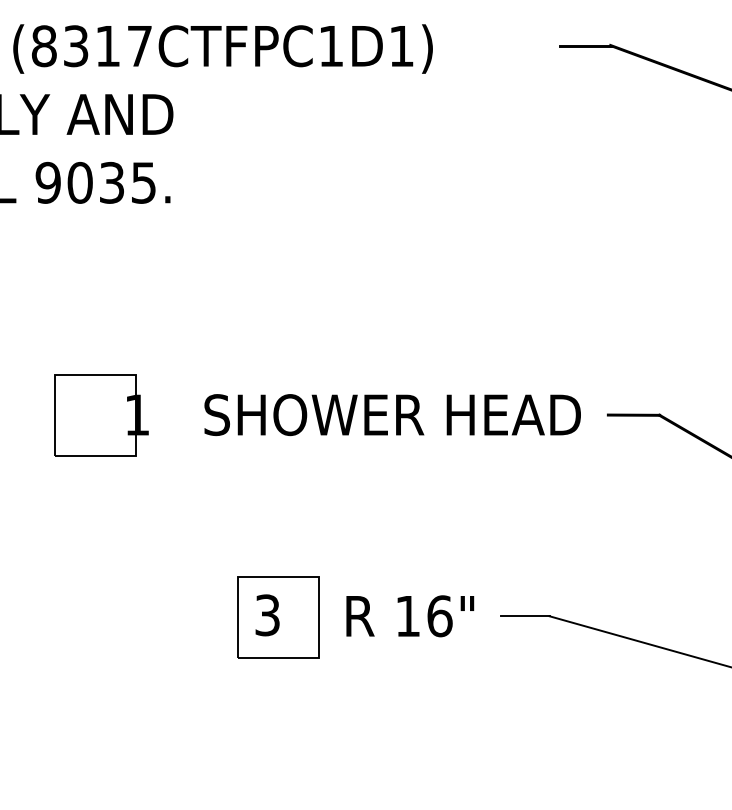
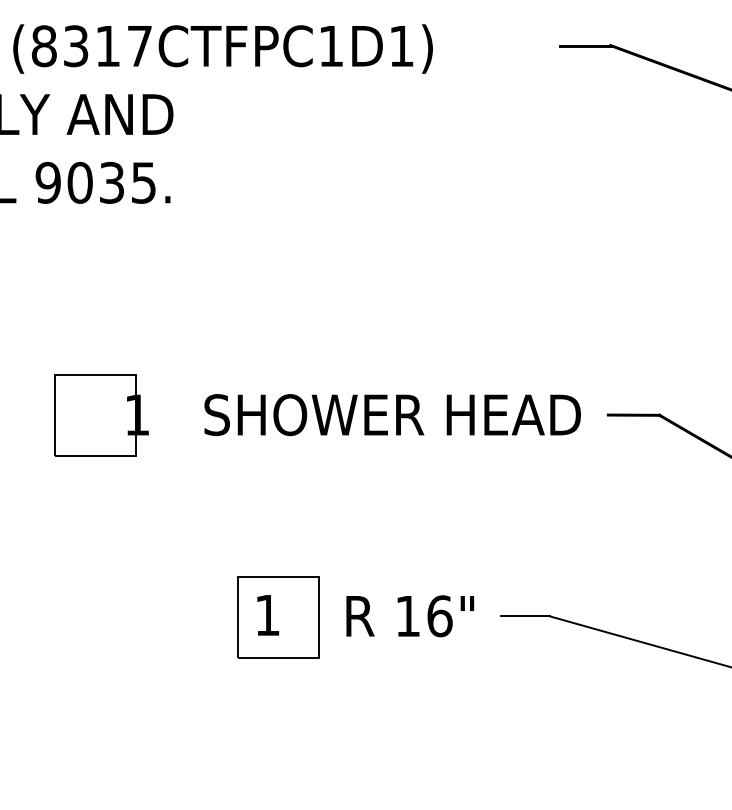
text at (267, 615): 3 -> 1
